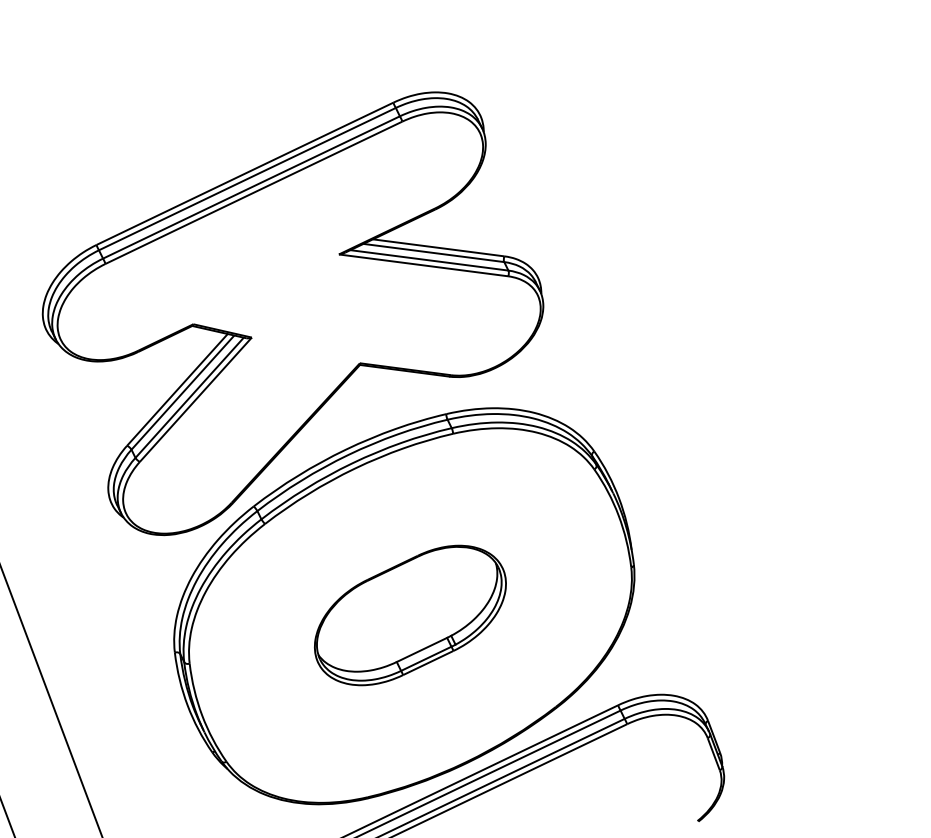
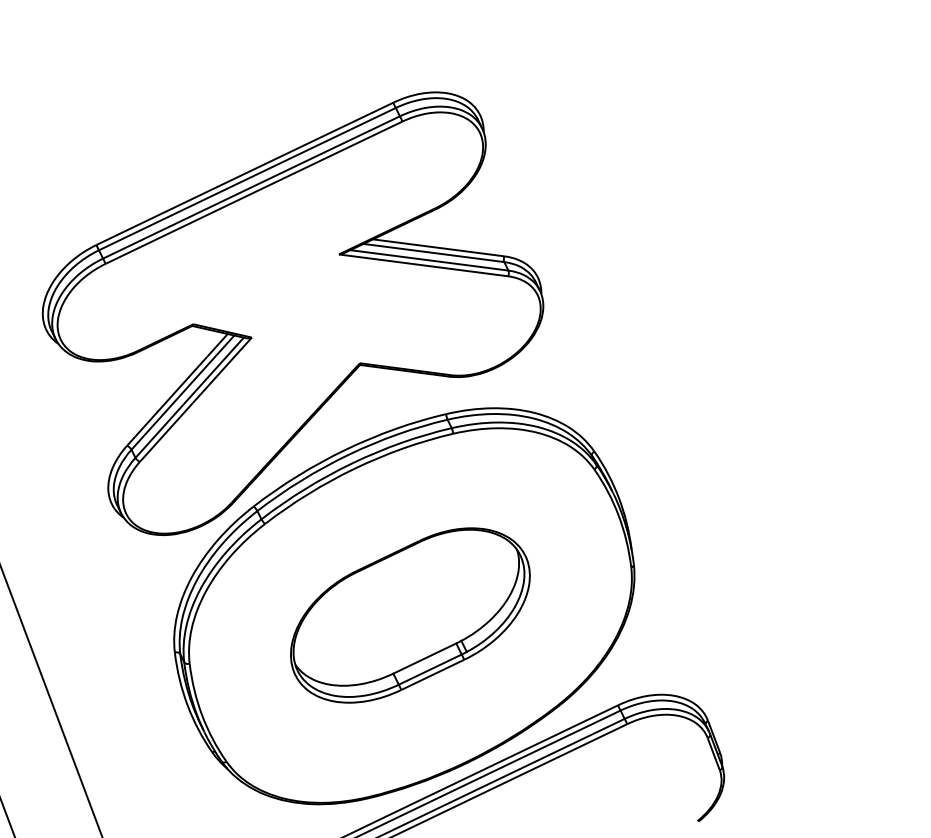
part at (410, 615) size: 193x143 px -> 241x177 px
